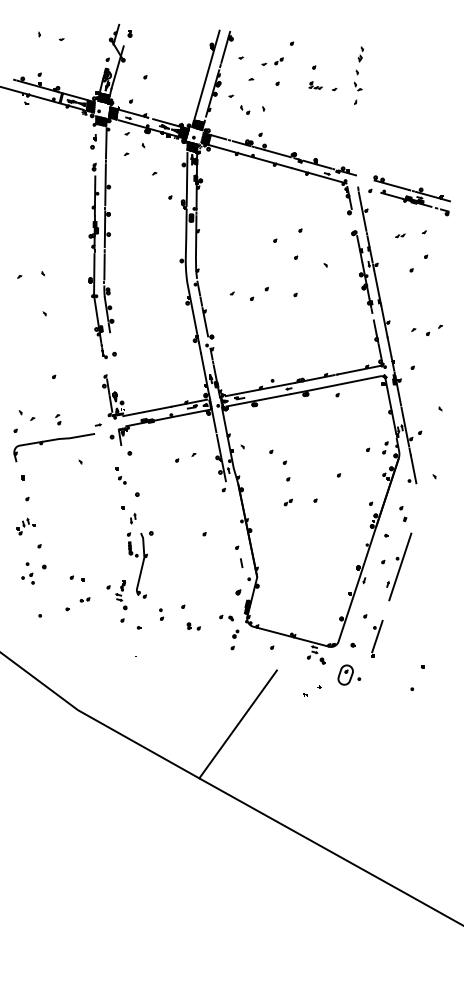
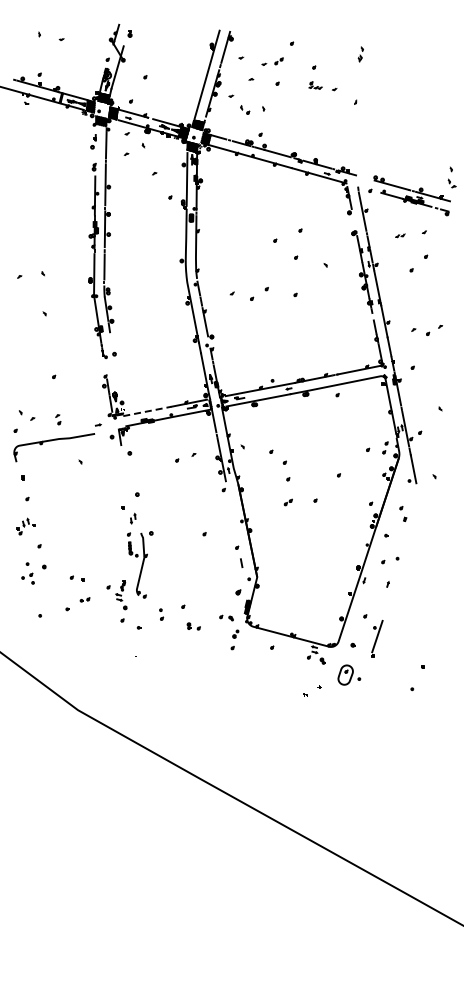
part at (357, 80) position: (357, 80) -> (451, 177)
line at (147, 411): solid -> dashed
part at (120, 475): present -> none
line at (400, 566): present -> none
line at (237, 724): present -> none
